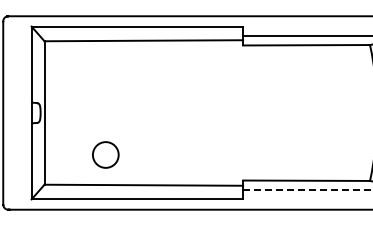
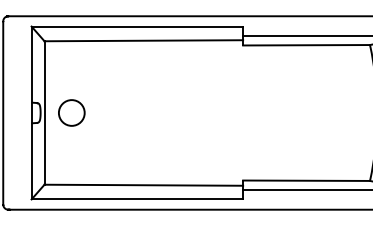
circle at (105, 154) position: (105, 154) -> (71, 112)
line at (307, 189): dashed -> solid
